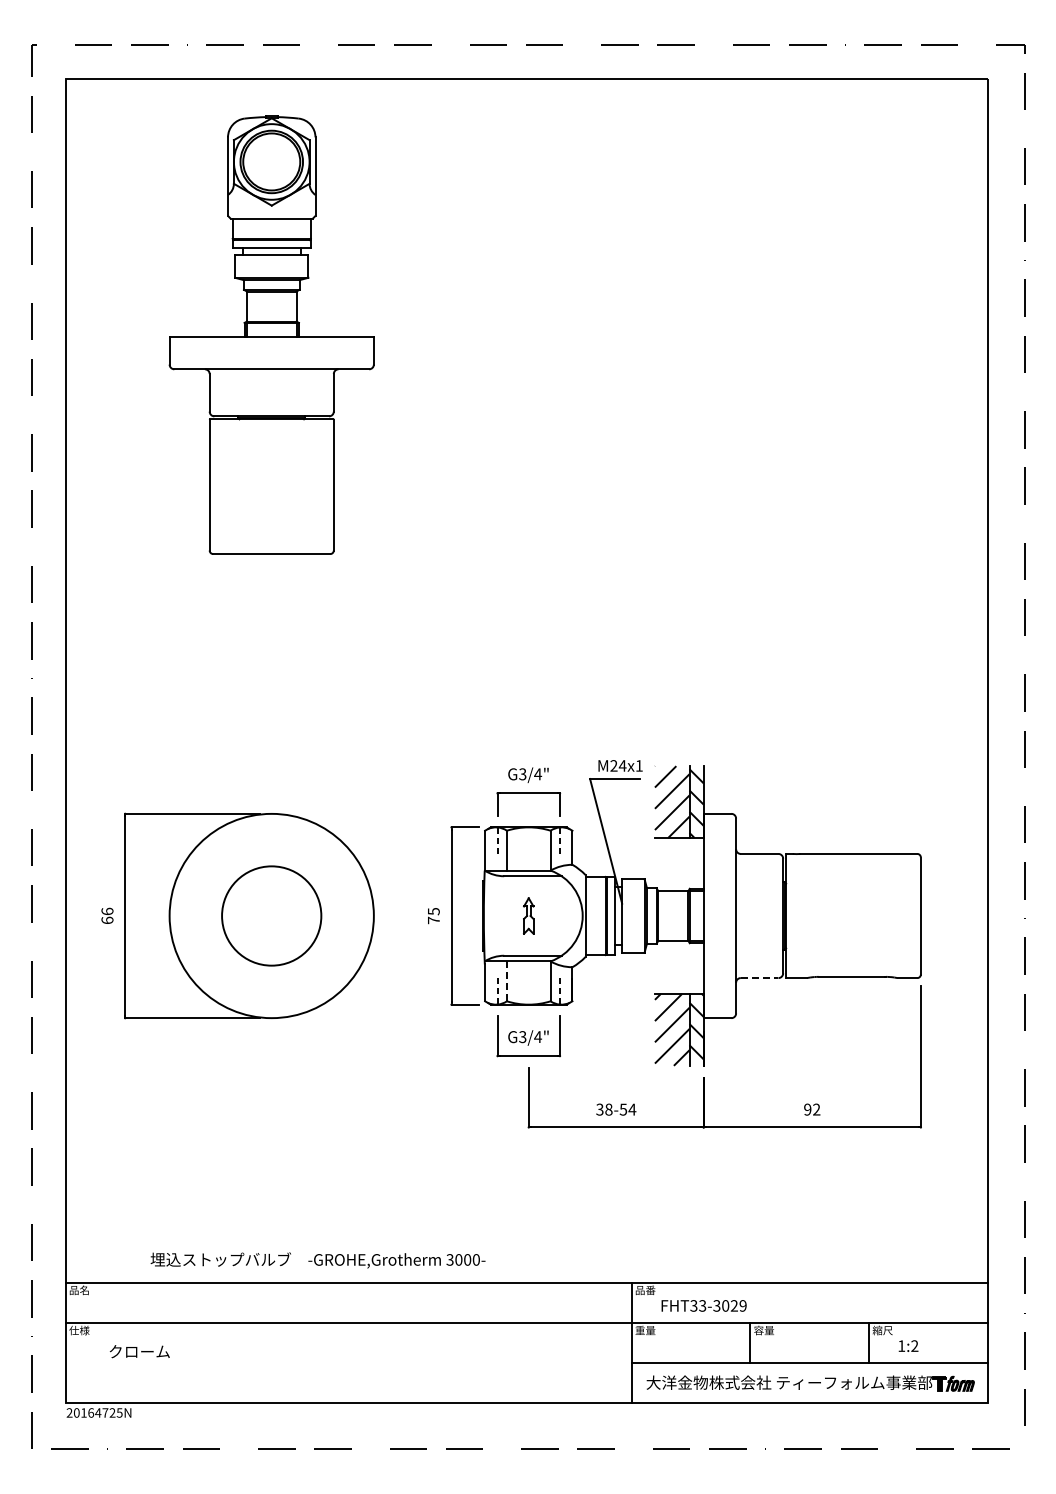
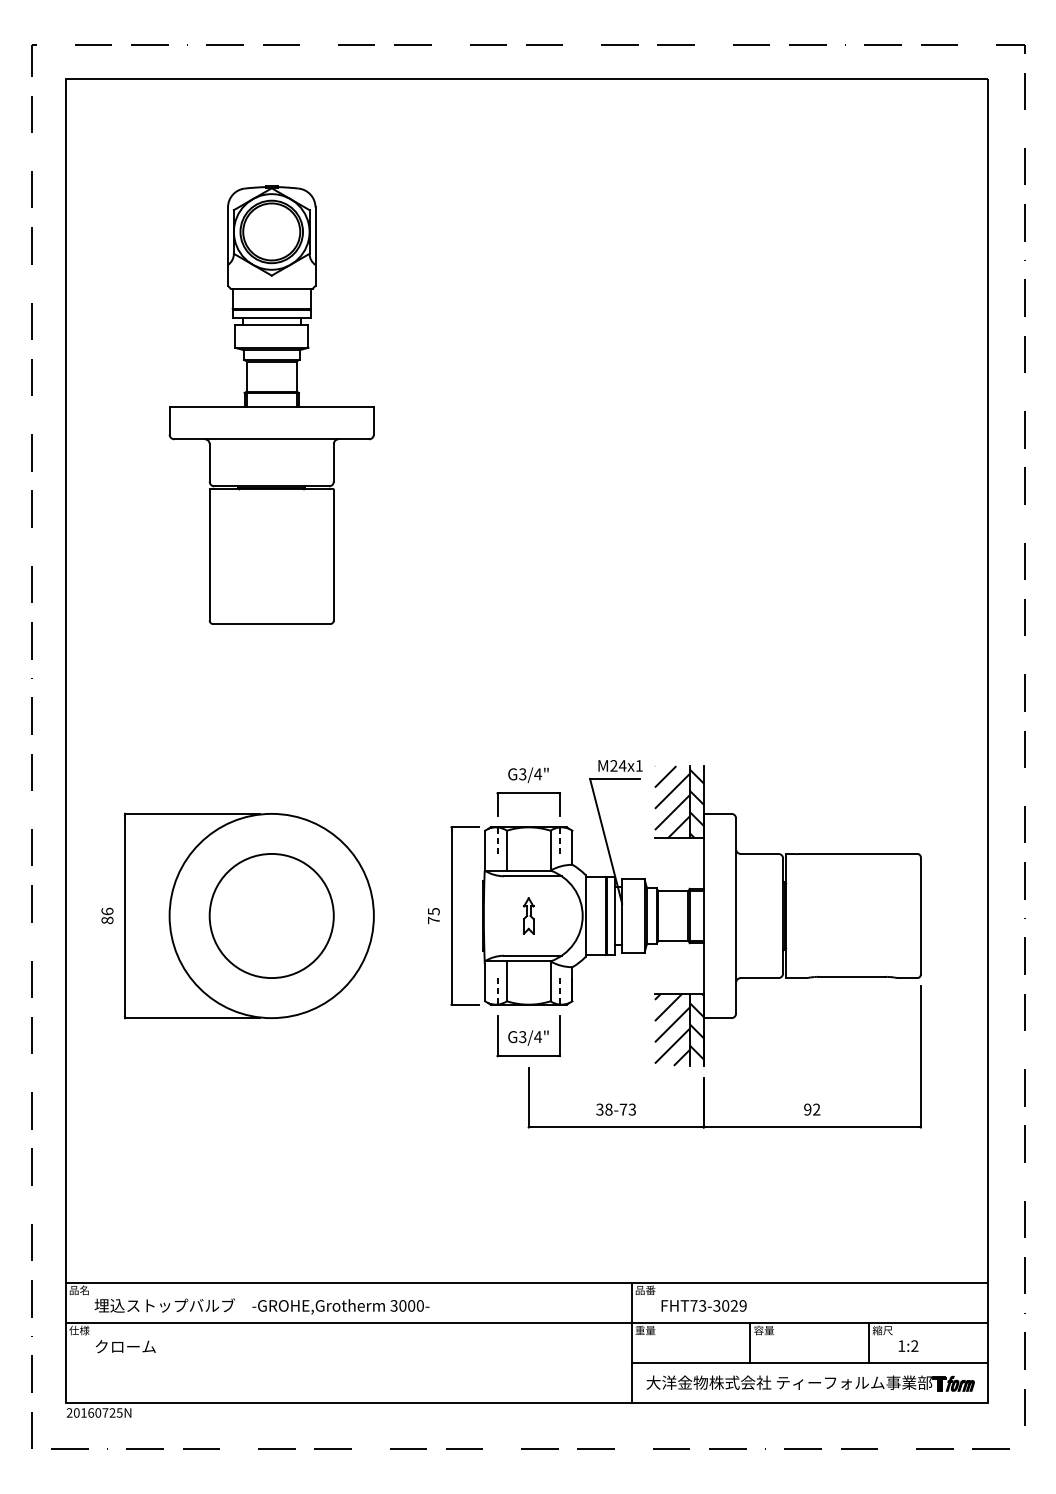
part at (271, 334) position: (271, 334) -> (271, 404)
circle at (271, 915) size: 102x102 px -> 127x126 px
text at (107, 920): 66 -> 86
line at (759, 978): dashed -> solid
line at (506, 981): dashed -> solid
text at (627, 1109): 38-54 -> 38-73
text at (317, 1260) position: (317, 1260) -> (261, 1306)
text at (693, 1305): FHT33-3029 -> FHT73-3029
text at (139, 1351) position: (139, 1351) -> (125, 1346)
text at (98, 1412): 20164725N -> 20160725N
